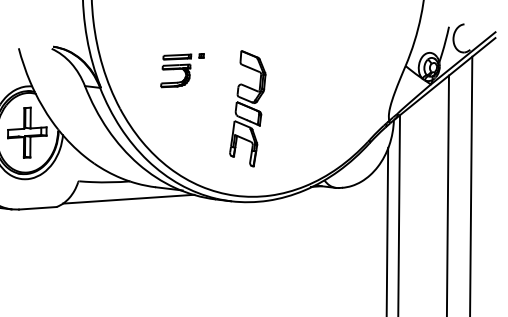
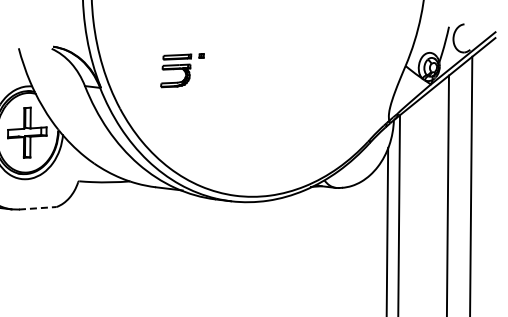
part at (247, 108): present -> none
line at (128, 198): present -> none
line at (37, 208): solid -> dashed
